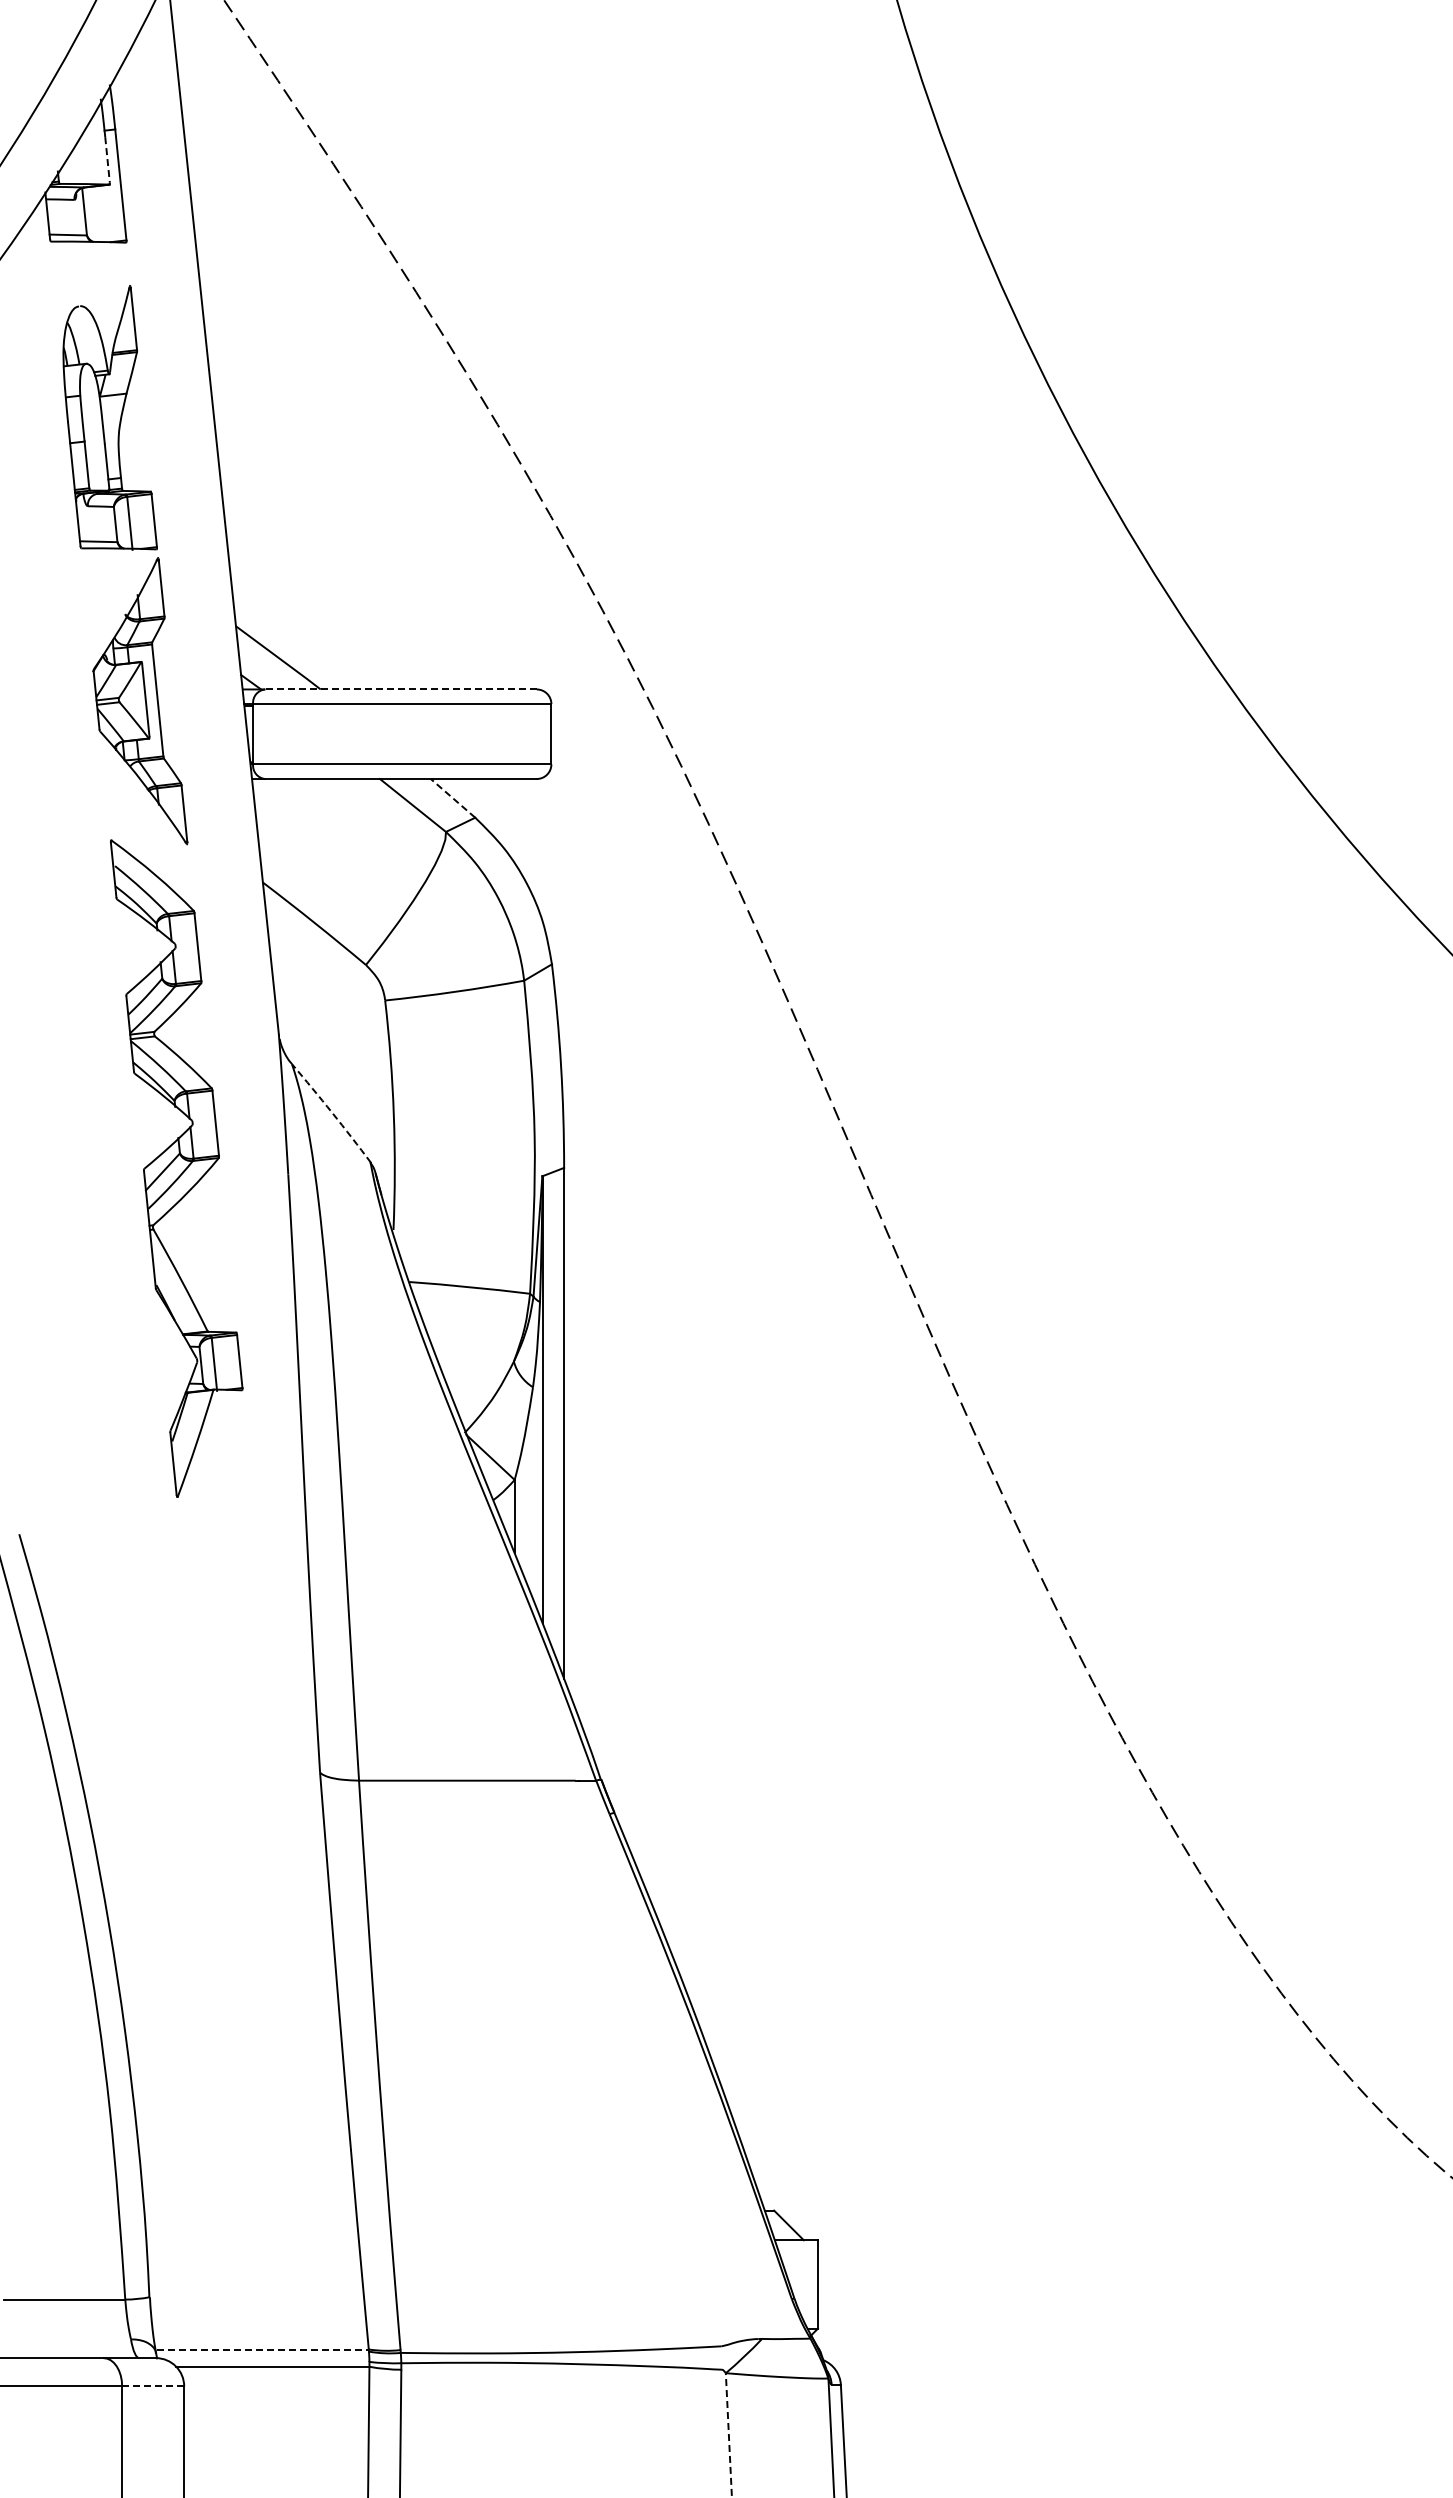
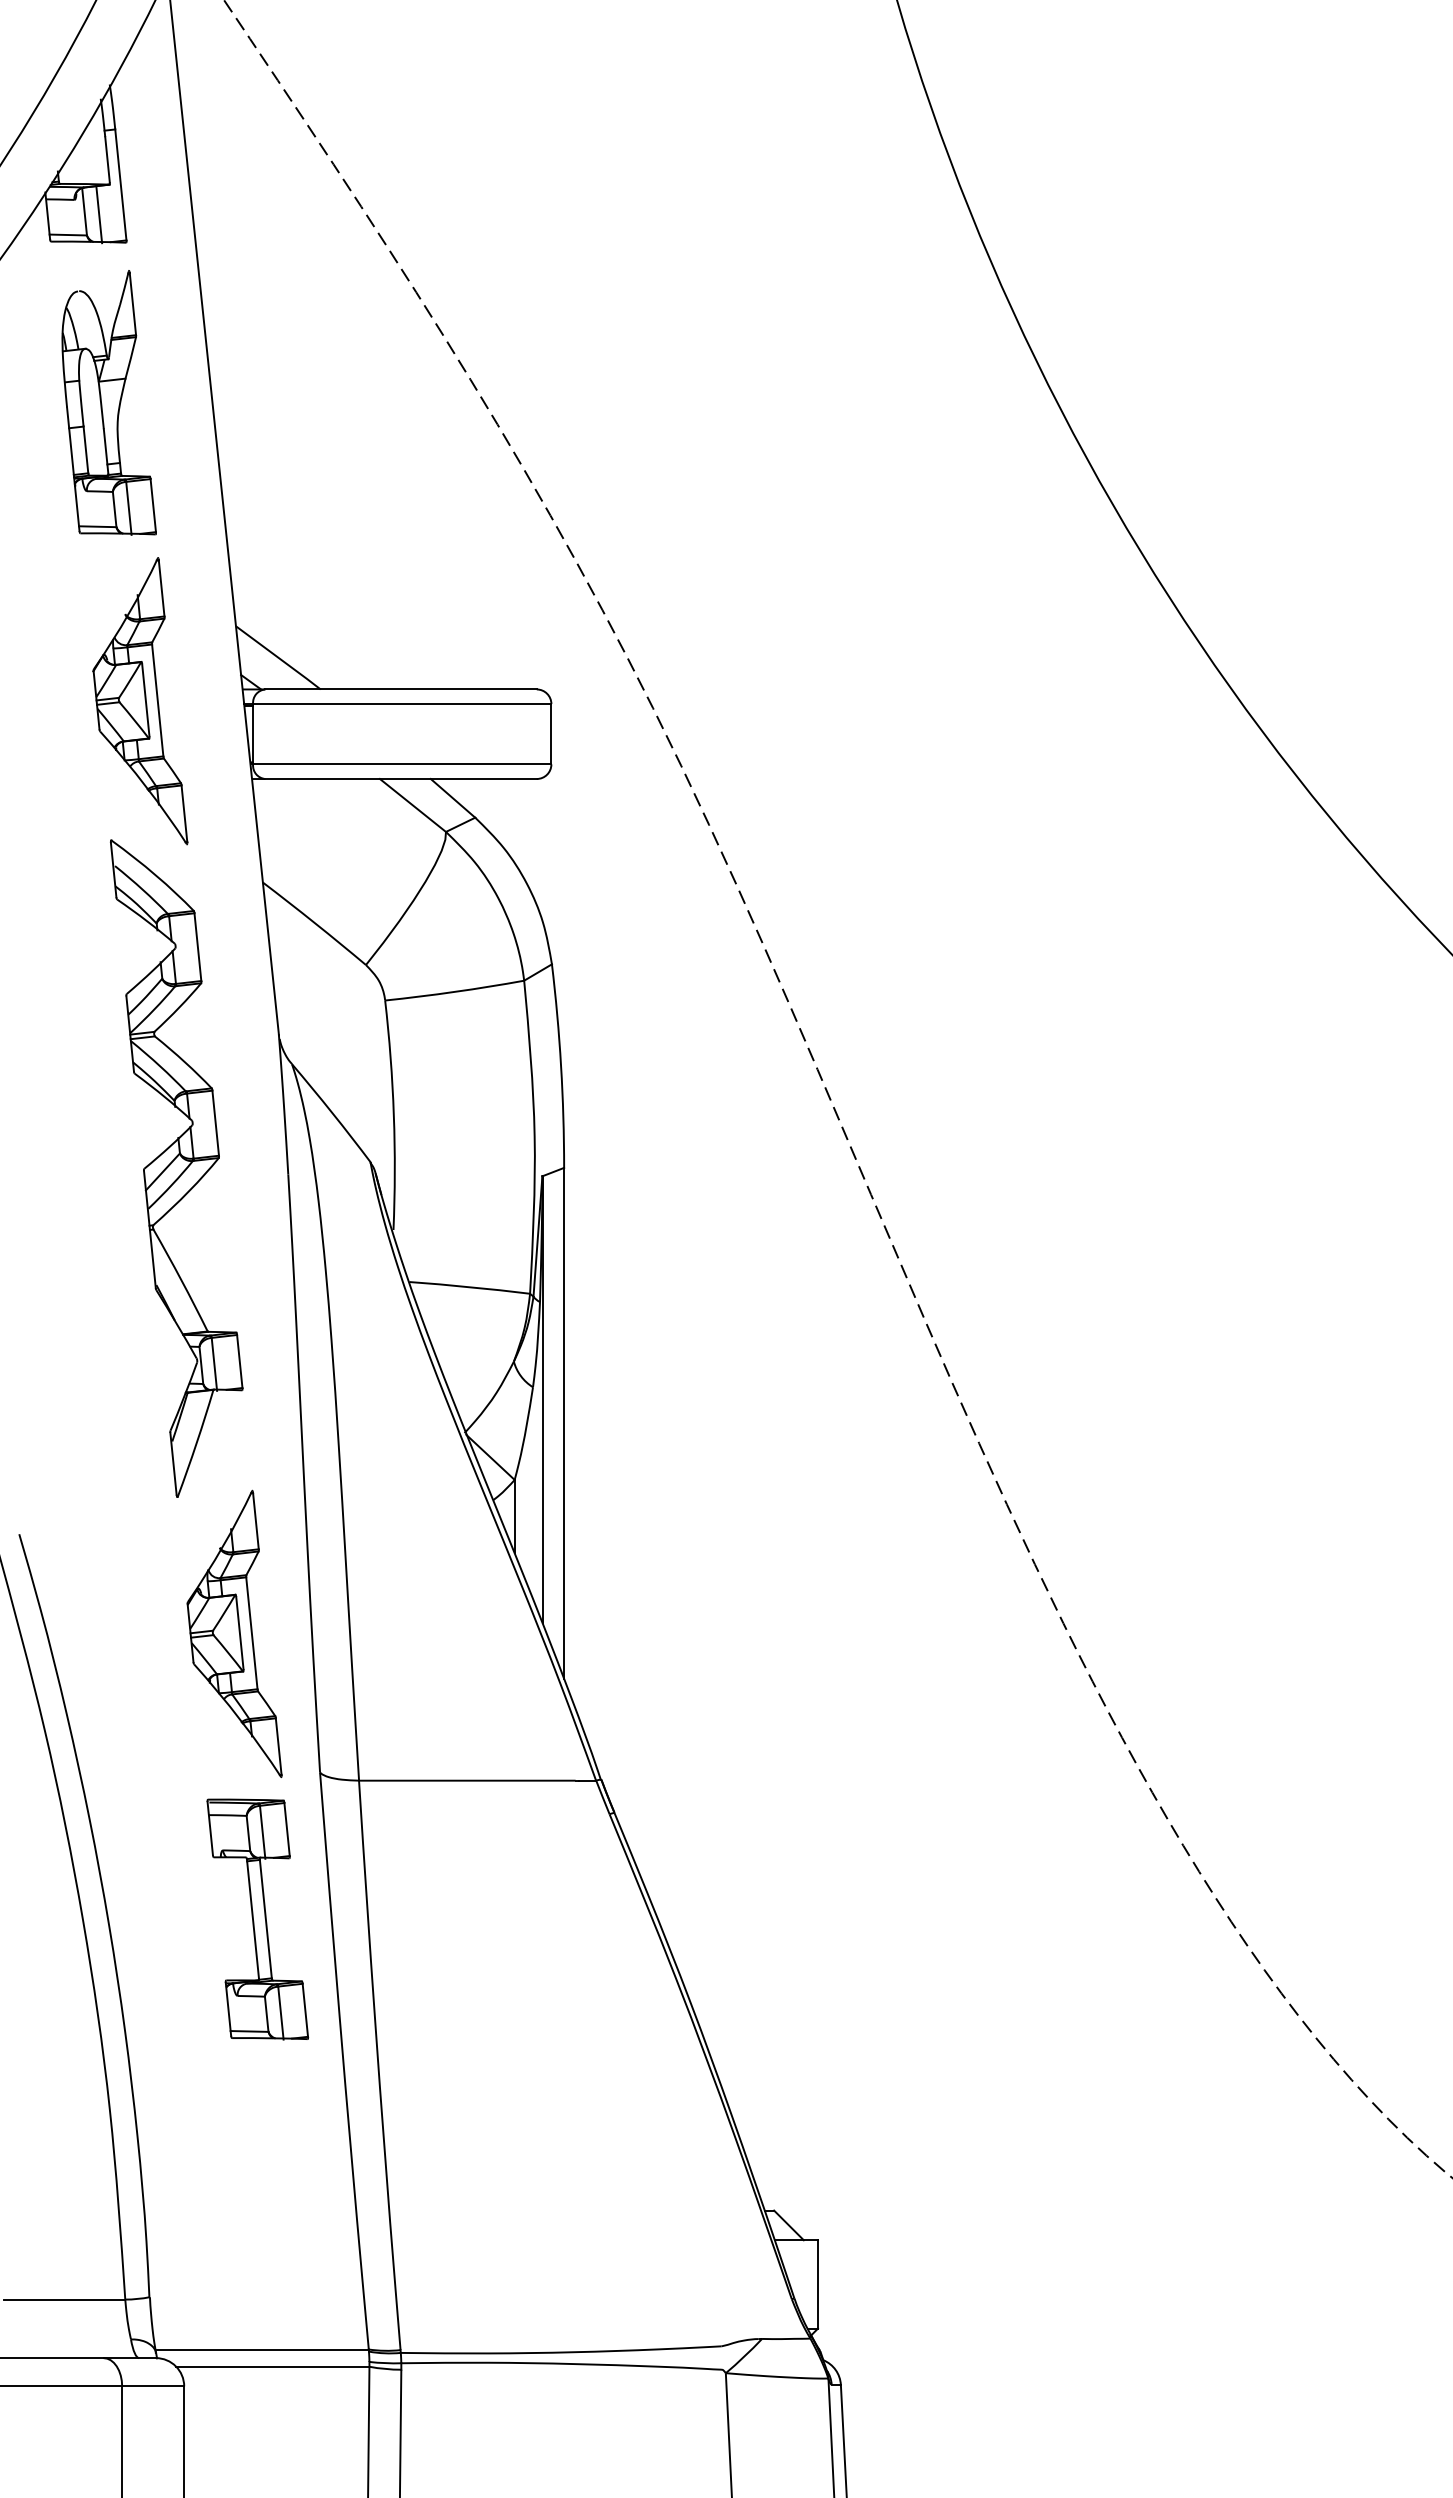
line at (107, 159): dashed -> solid
line at (99, 214): none -> present
part at (109, 417) position: (109, 417) -> (108, 402)
line at (401, 689): dashed -> solid
line at (452, 798): dashed -> solid
arc at (332, 1112): dashed -> solid
part at (234, 1633): none -> present
part at (257, 1919): none -> present
line at (262, 2349): dashed -> solid
line at (152, 2386): dashed -> solid
line at (728, 2434): dashed -> solid
